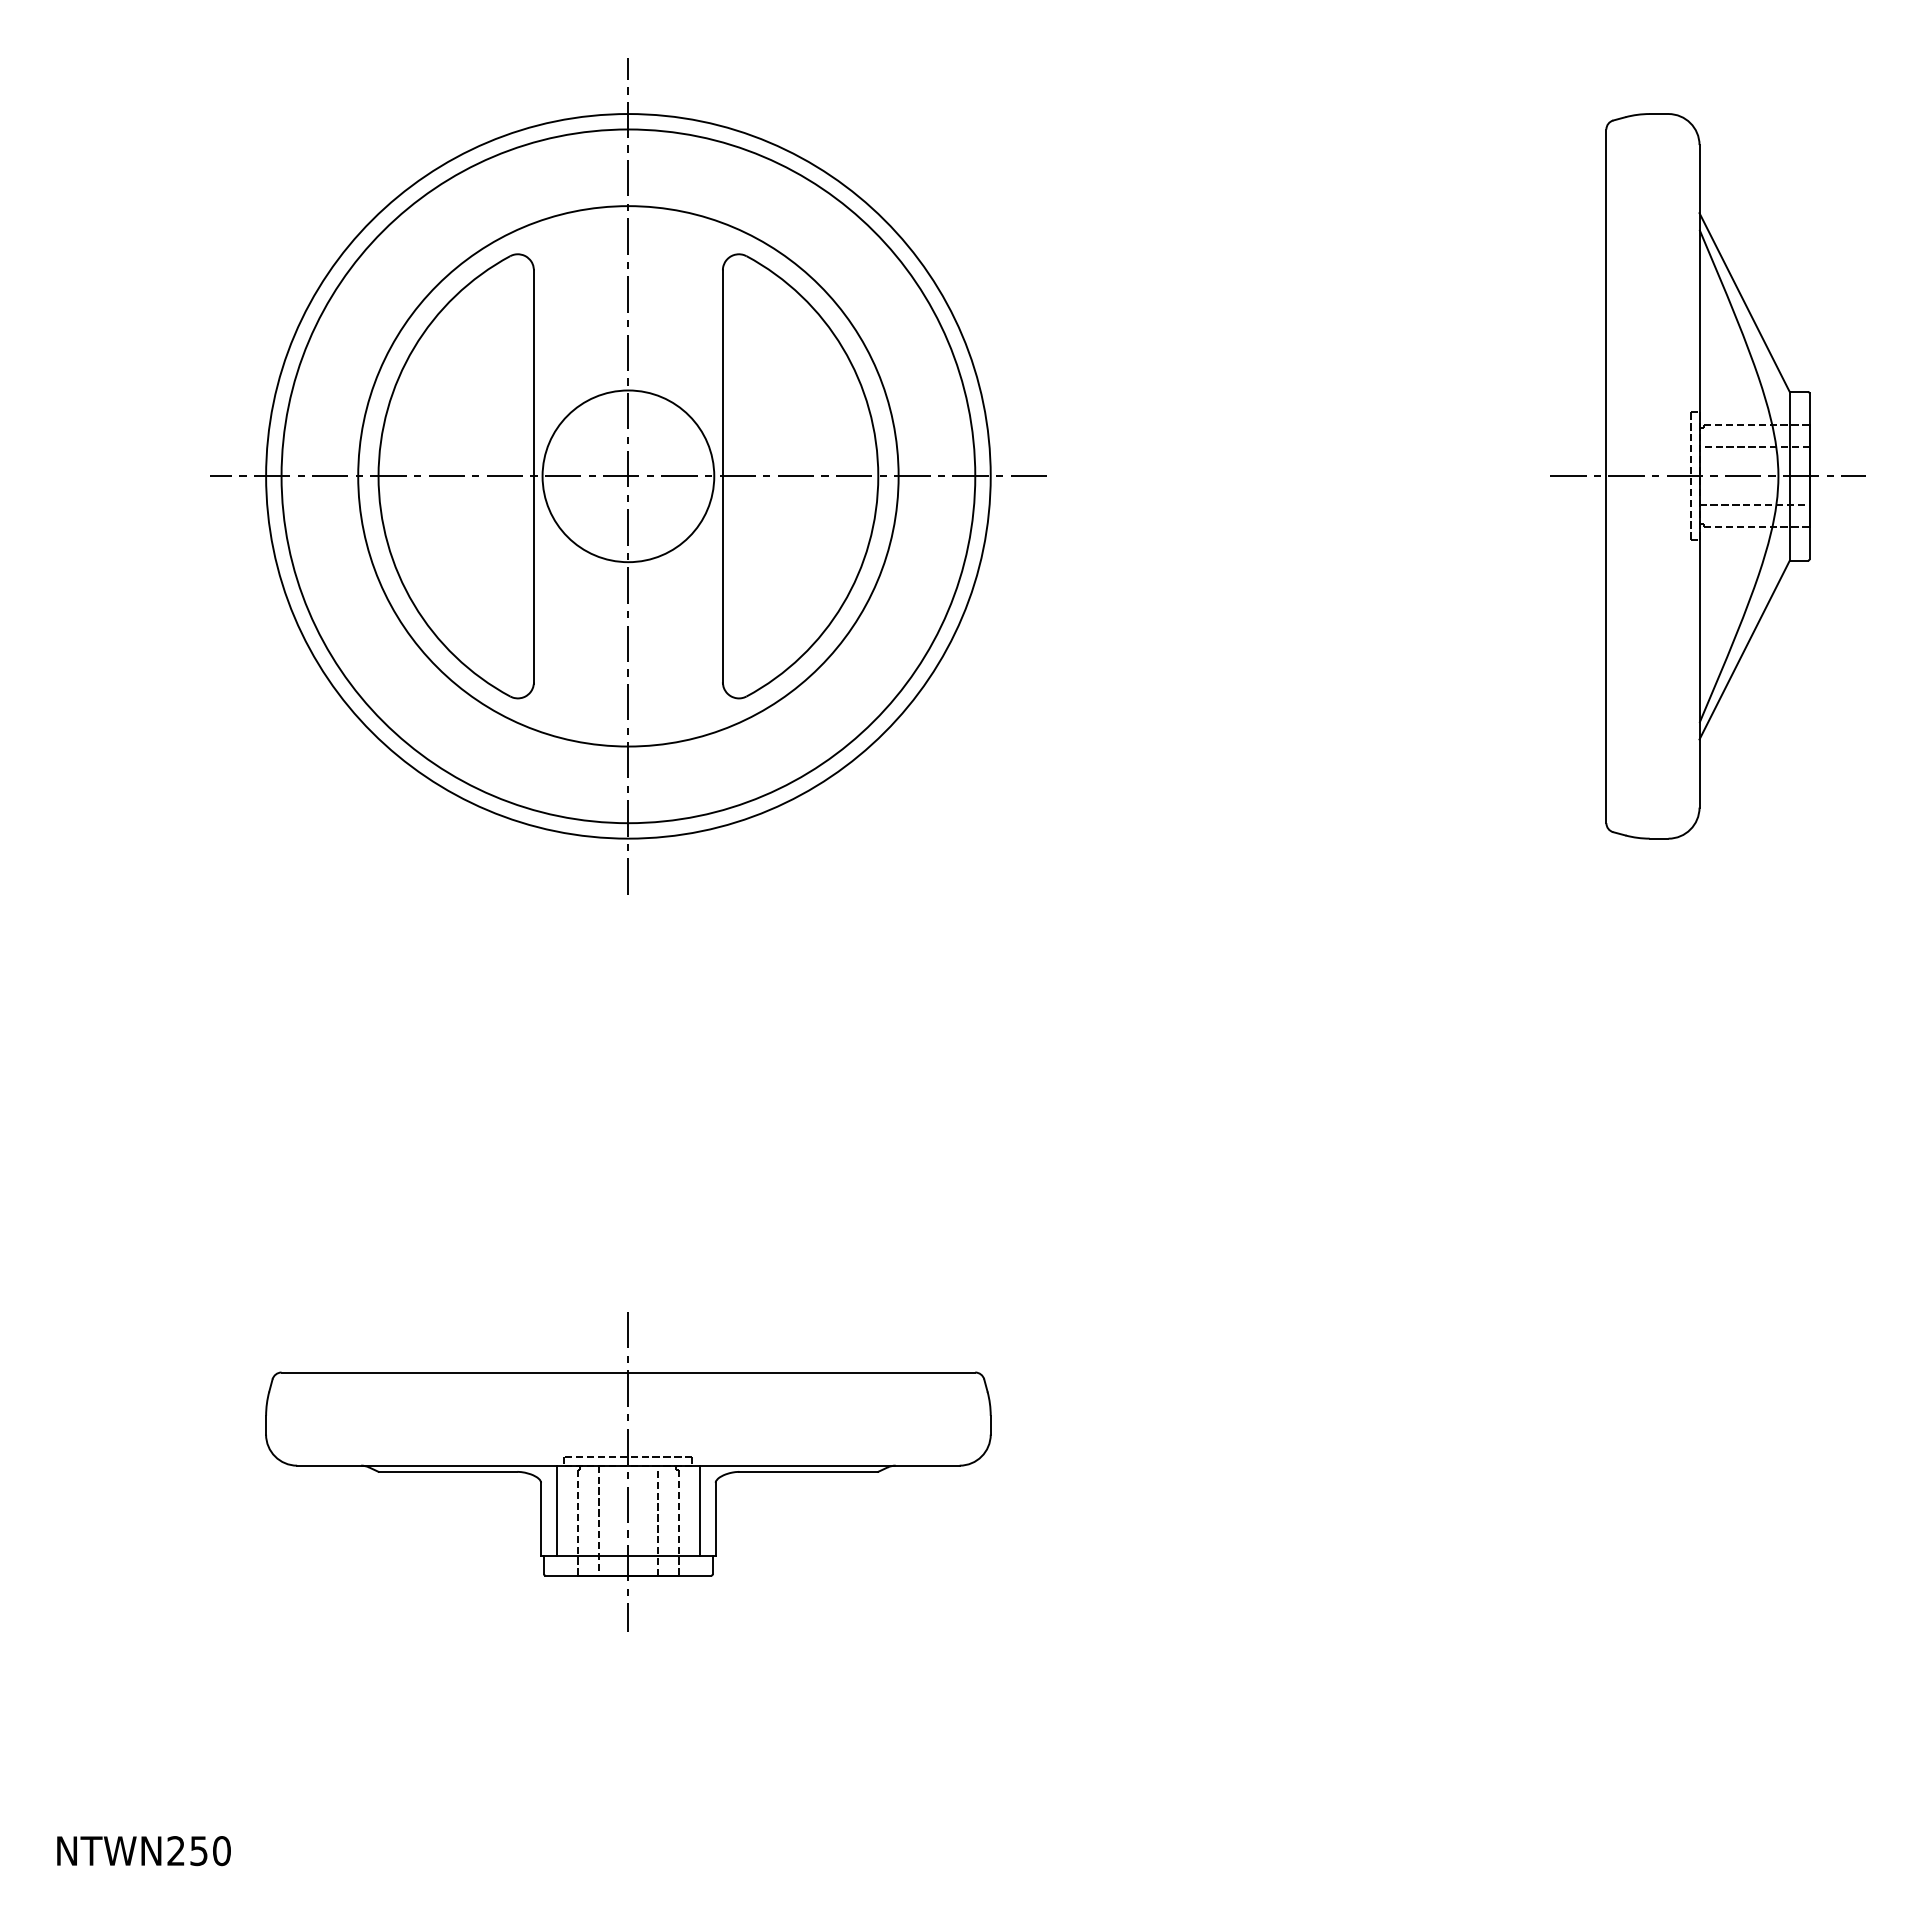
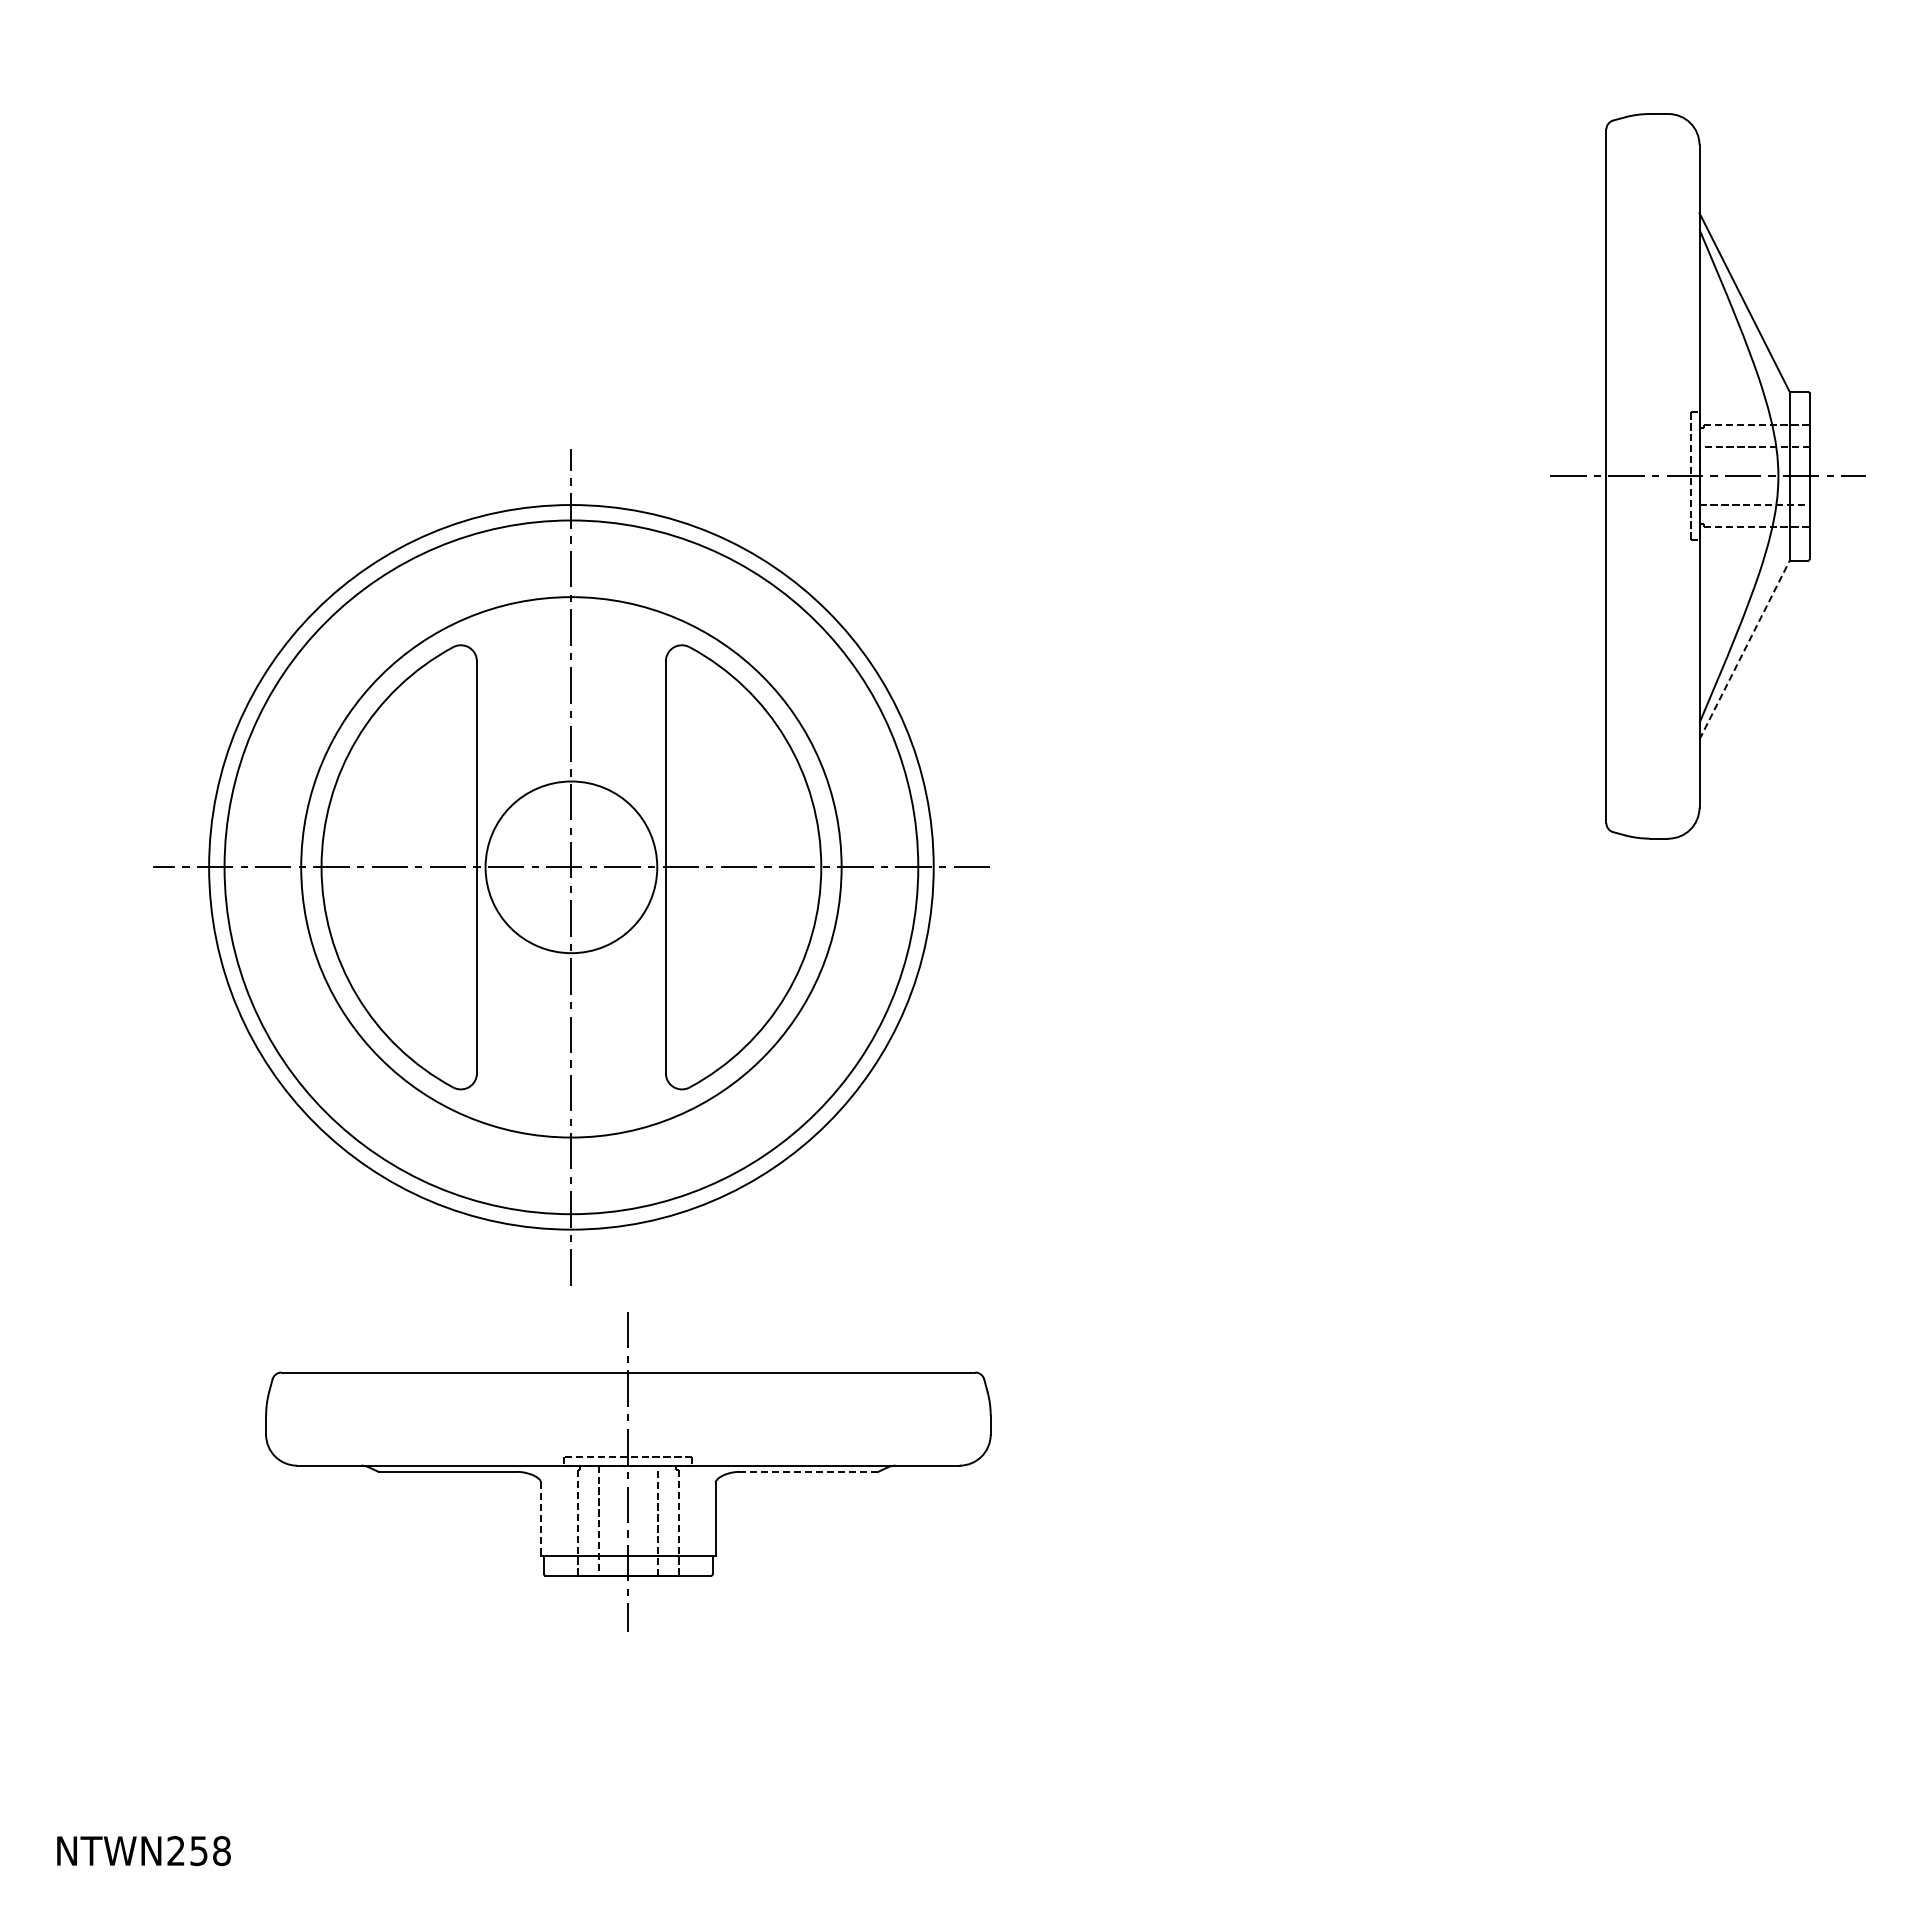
part at (628, 476) position: (628, 476) -> (571, 867)
line at (1744, 649): solid -> dashed
line at (809, 1471): solid -> dashed
line at (557, 1510): present -> none
line at (699, 1510): present -> none
line at (541, 1519): solid -> dashed
text at (221, 1850): NTWN250 -> NTWN258
